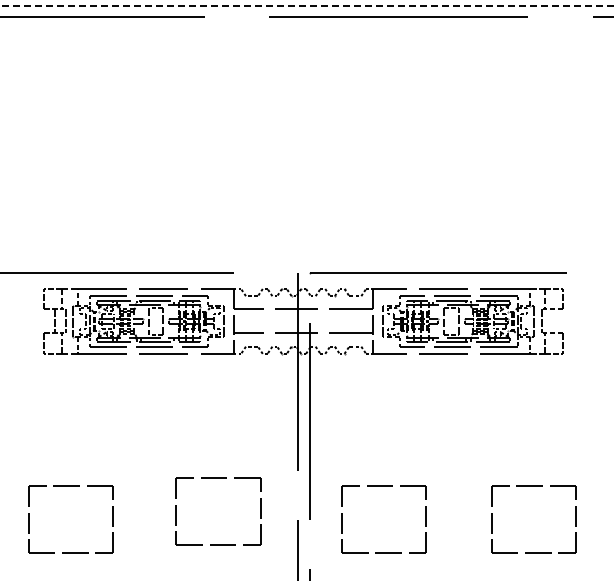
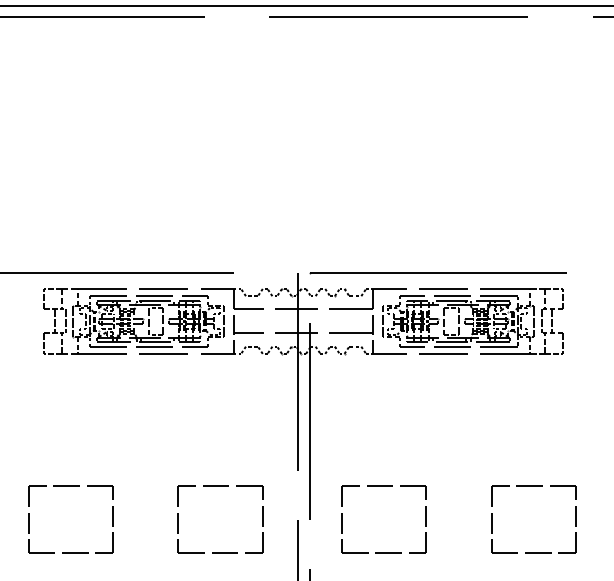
line at (307, 5): dashed -> solid
line at (552, 321): none -> present
part at (218, 478) position: (218, 478) -> (220, 486)
